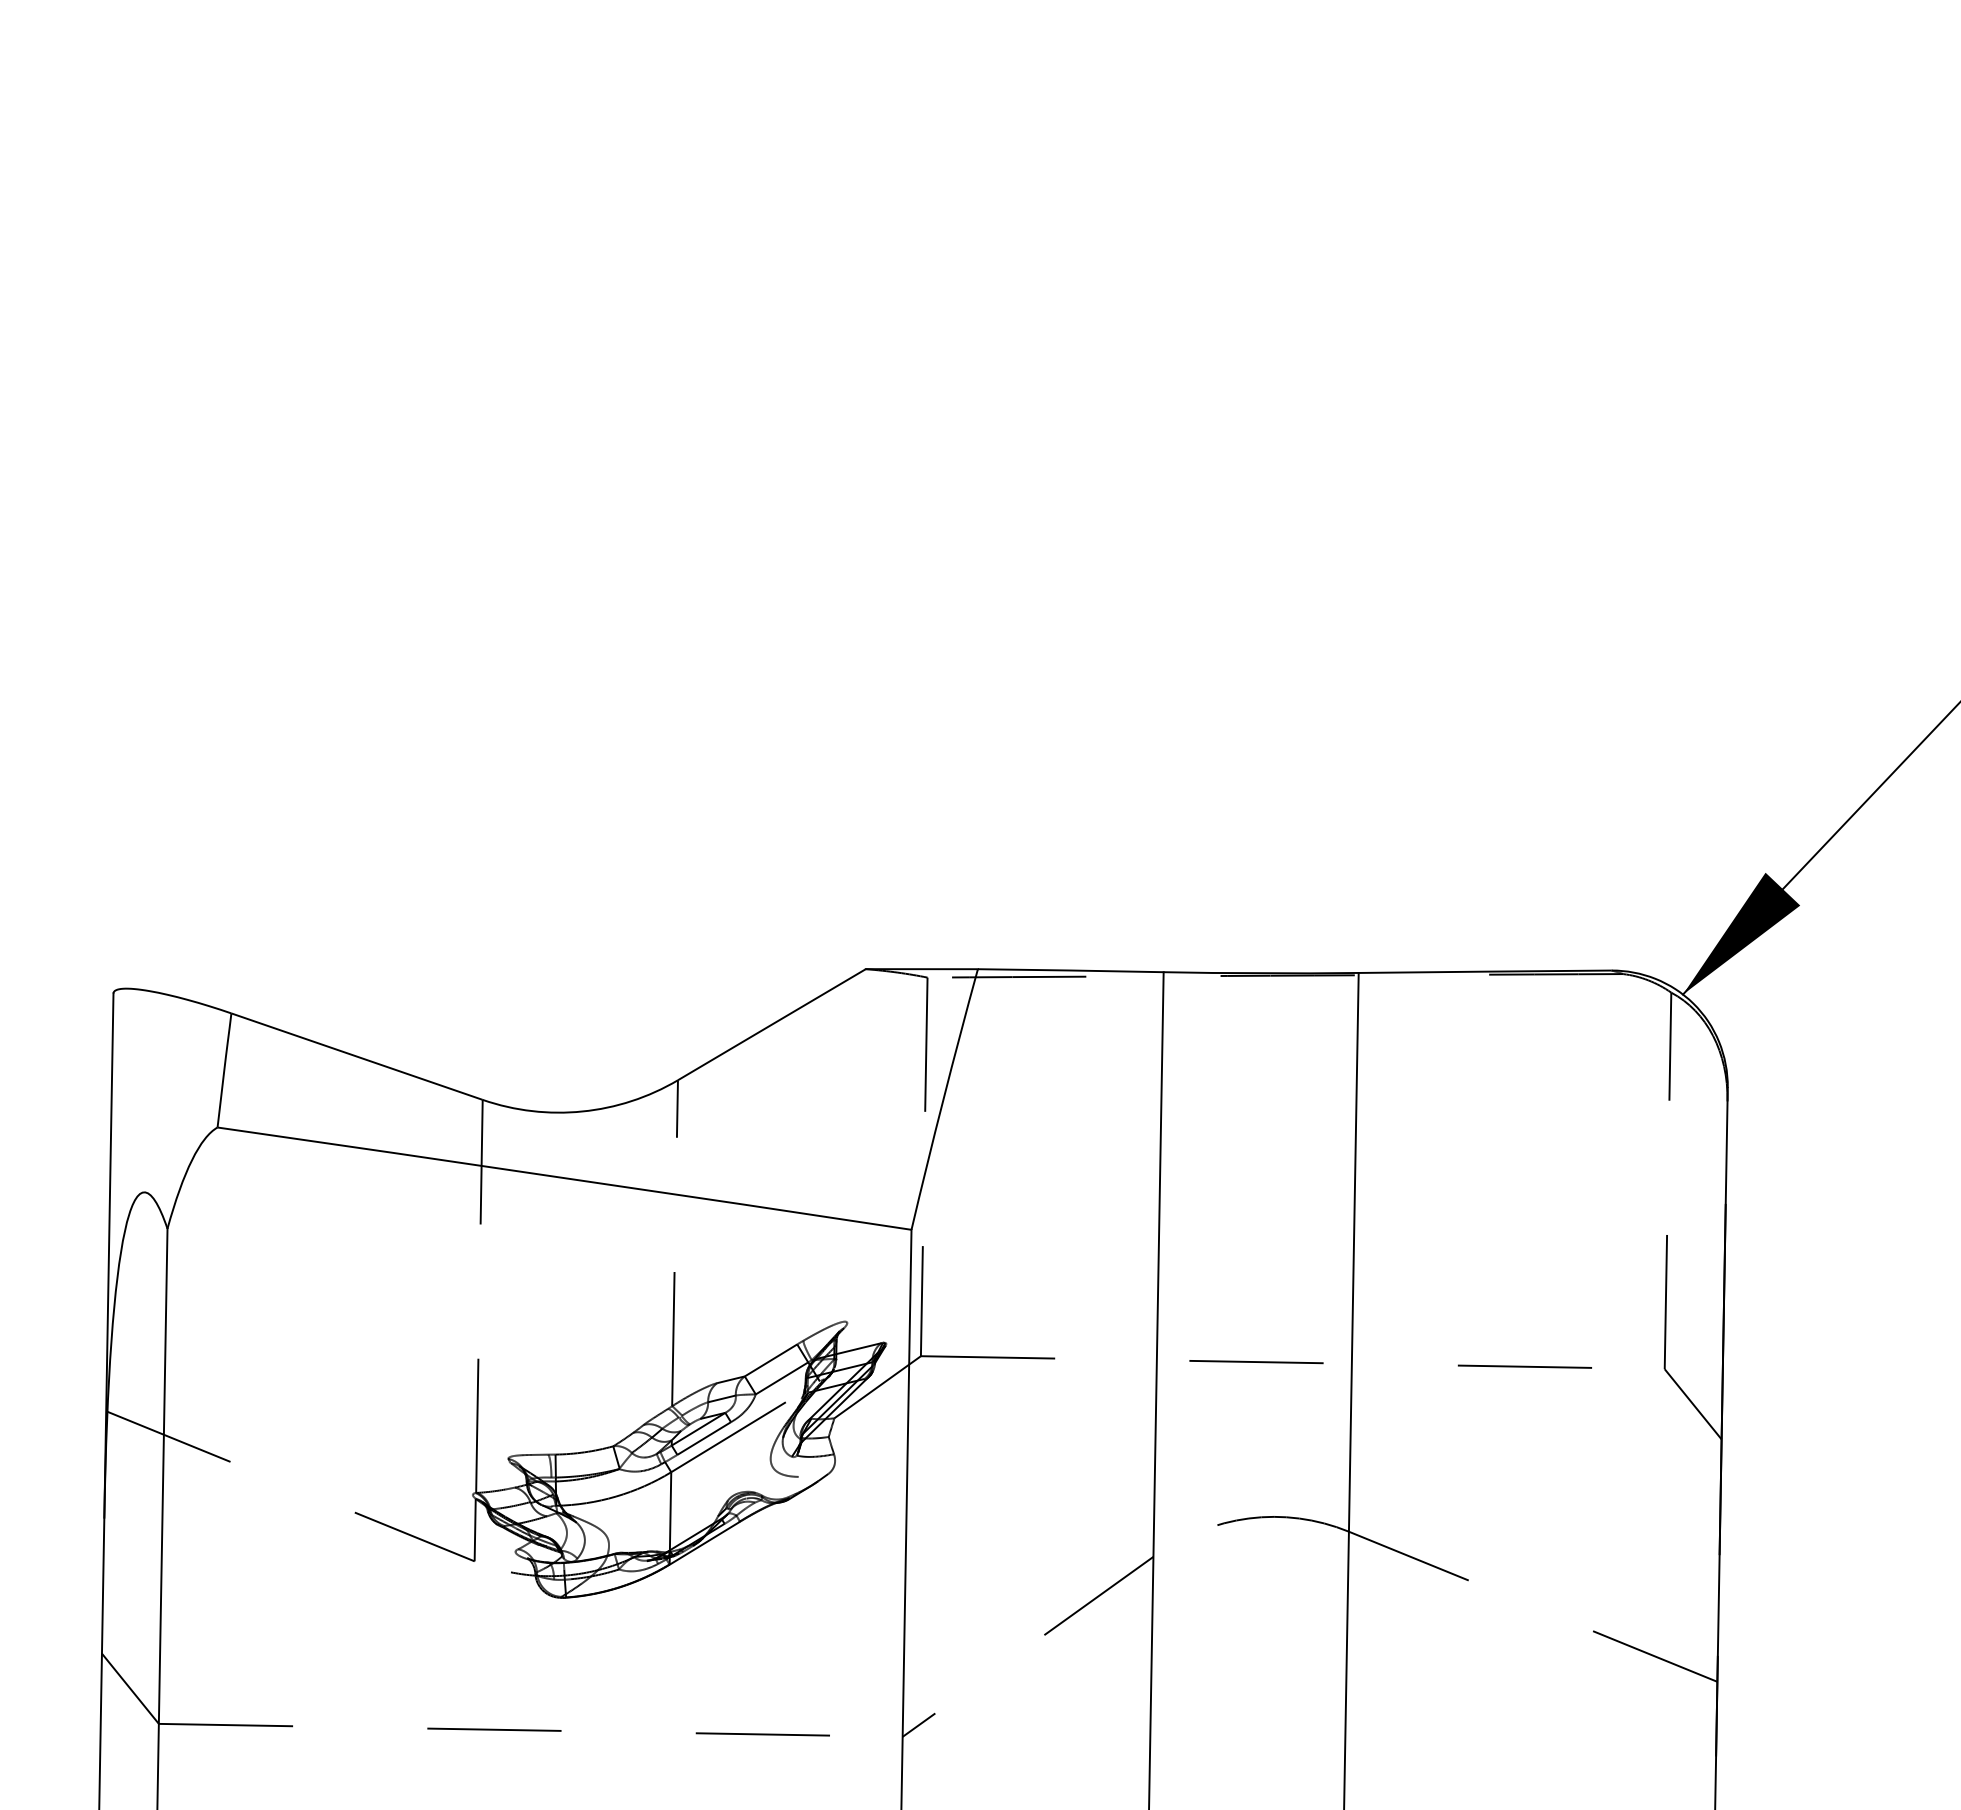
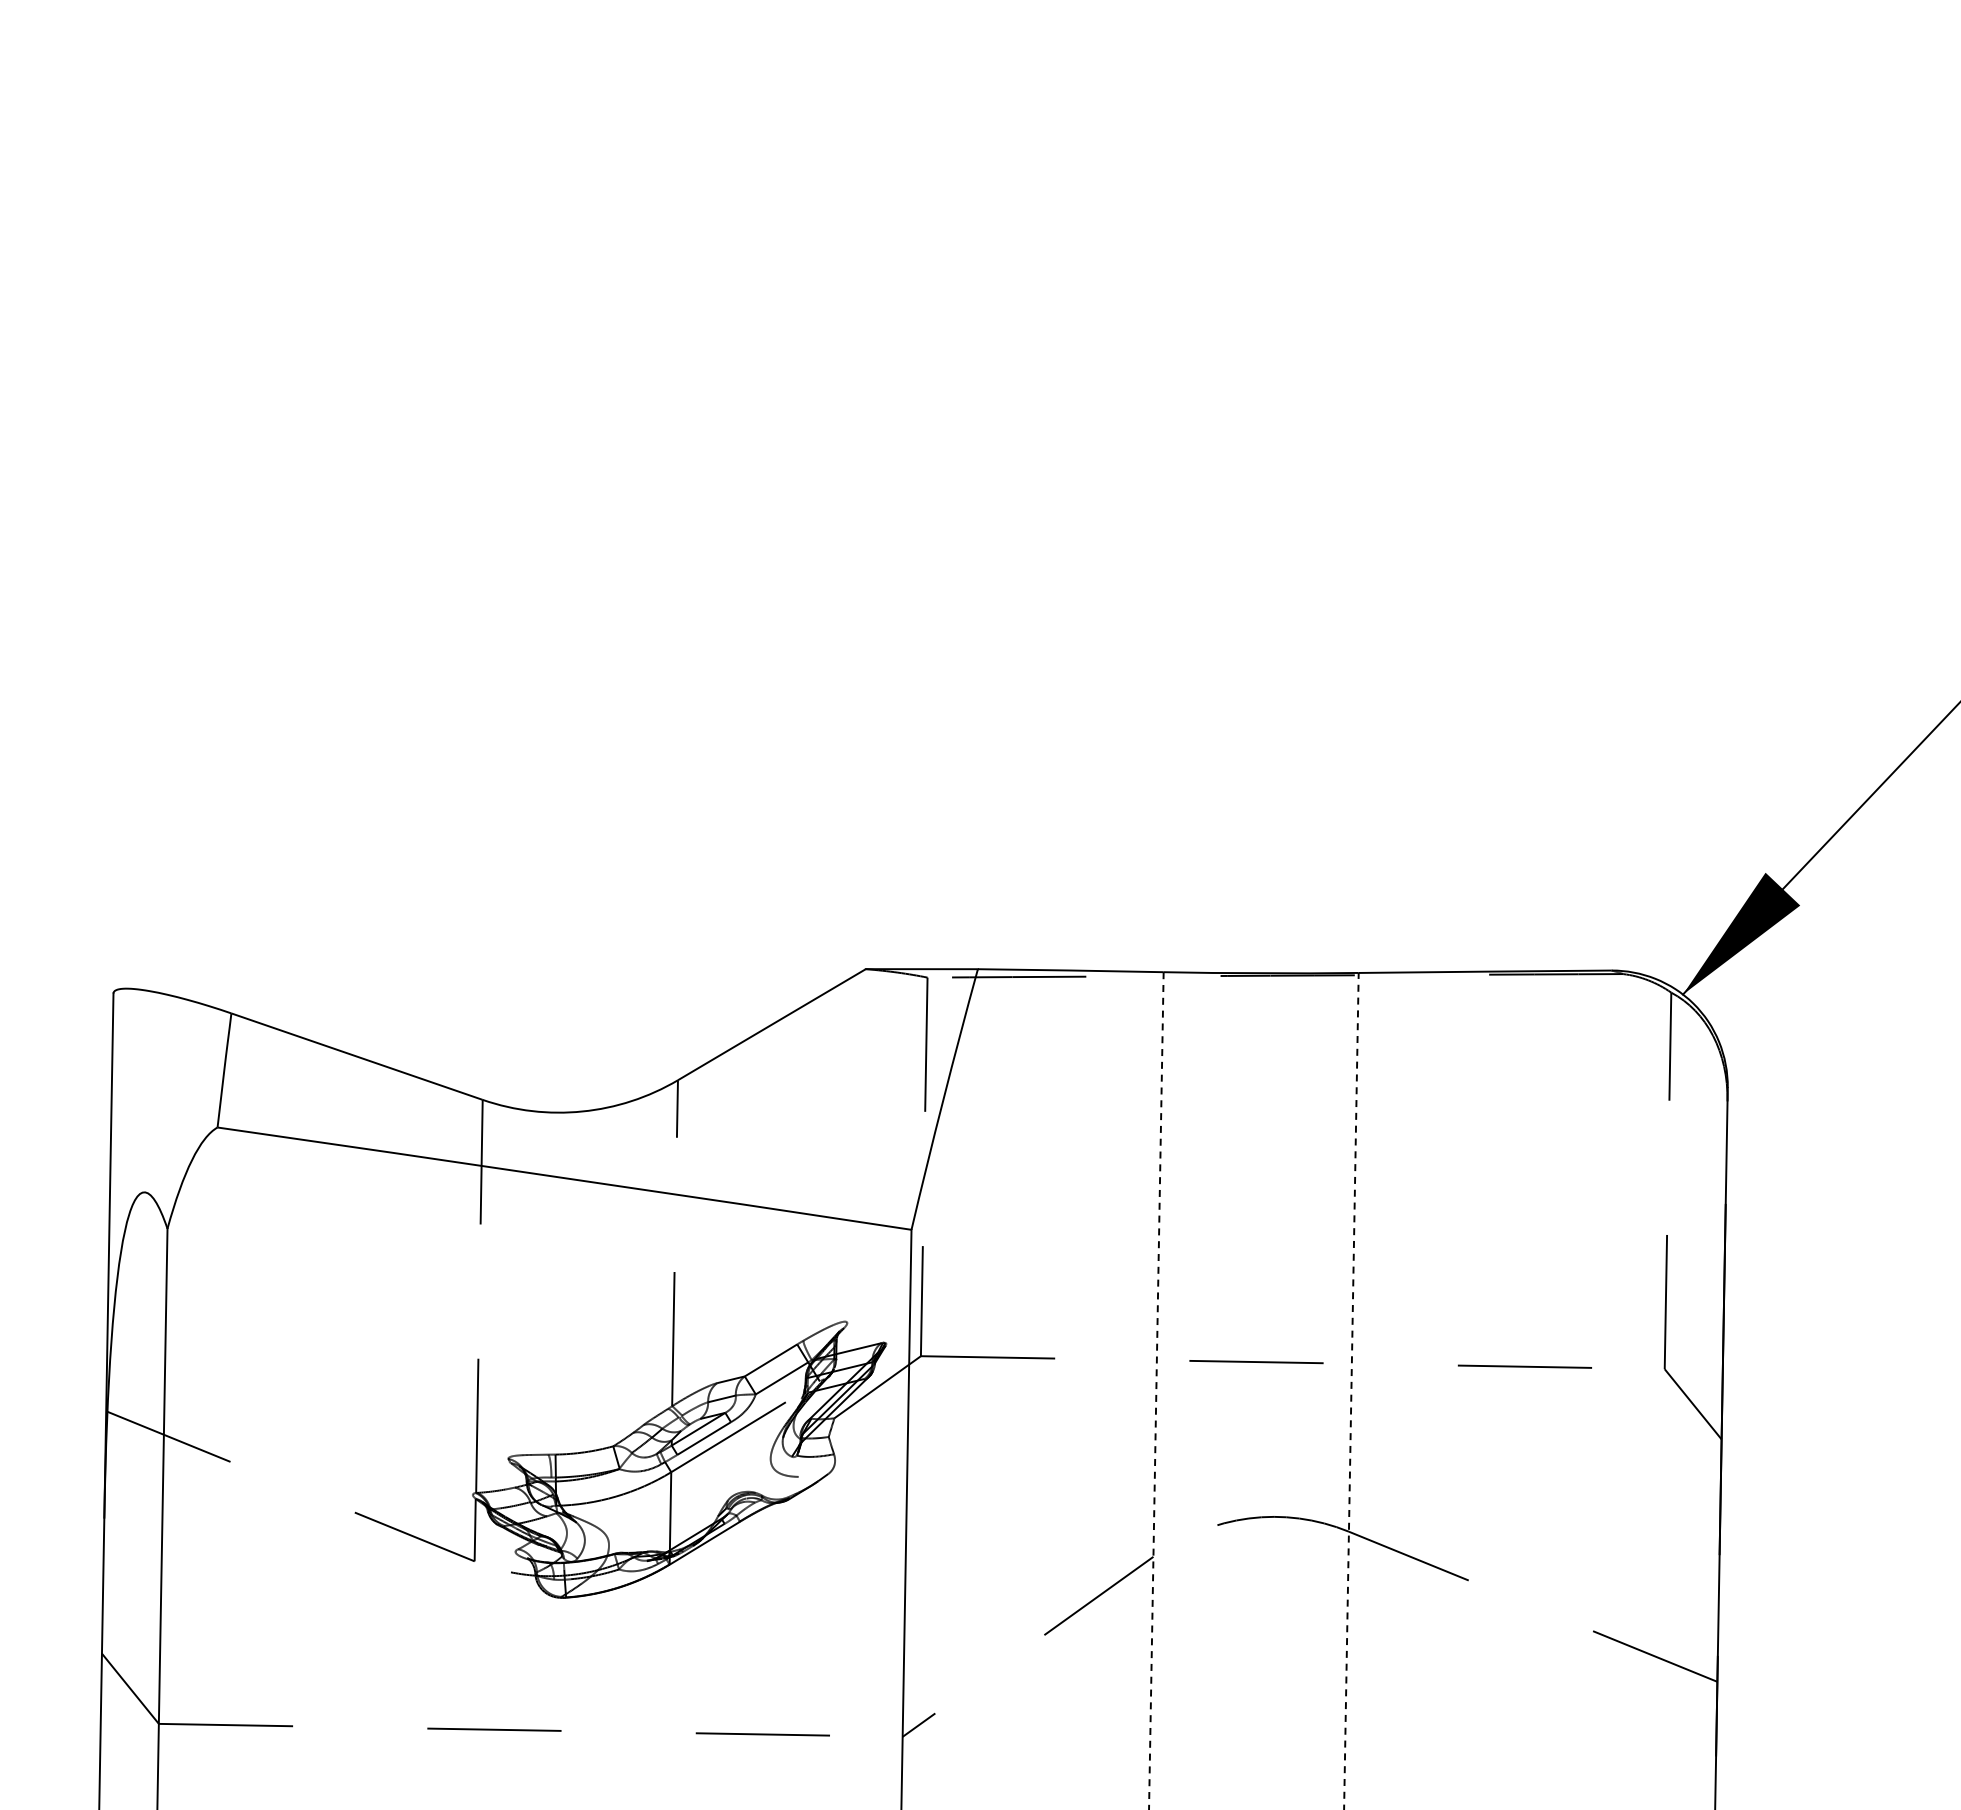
line at (1351, 1390): solid -> dashed
line at (1156, 1391): solid -> dashed
